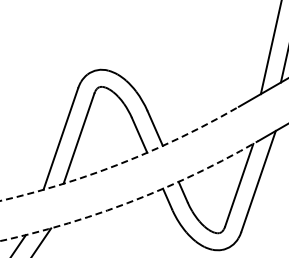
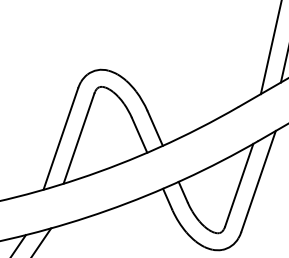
arc at (123, 162): dashed -> solid
arc at (132, 201): dashed -> solid
